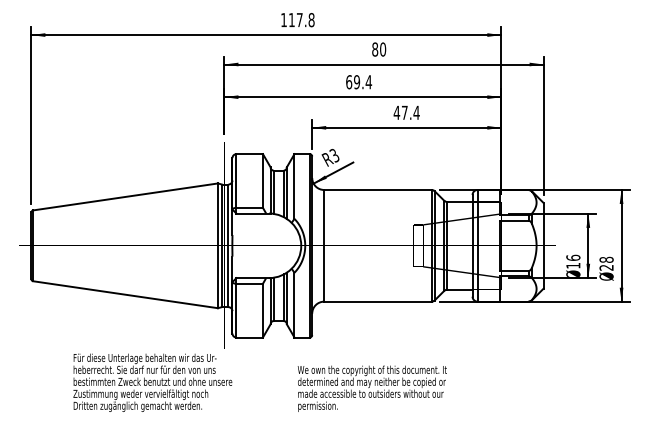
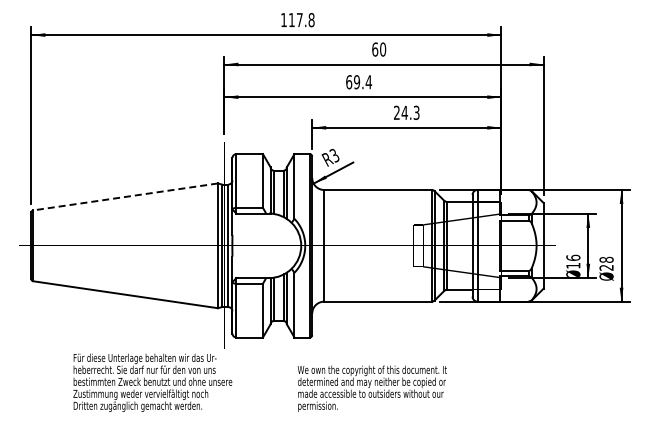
text at (375, 49): 80 -> 60
text at (406, 112): 47.4 -> 24.3
line at (125, 197): solid -> dashed
